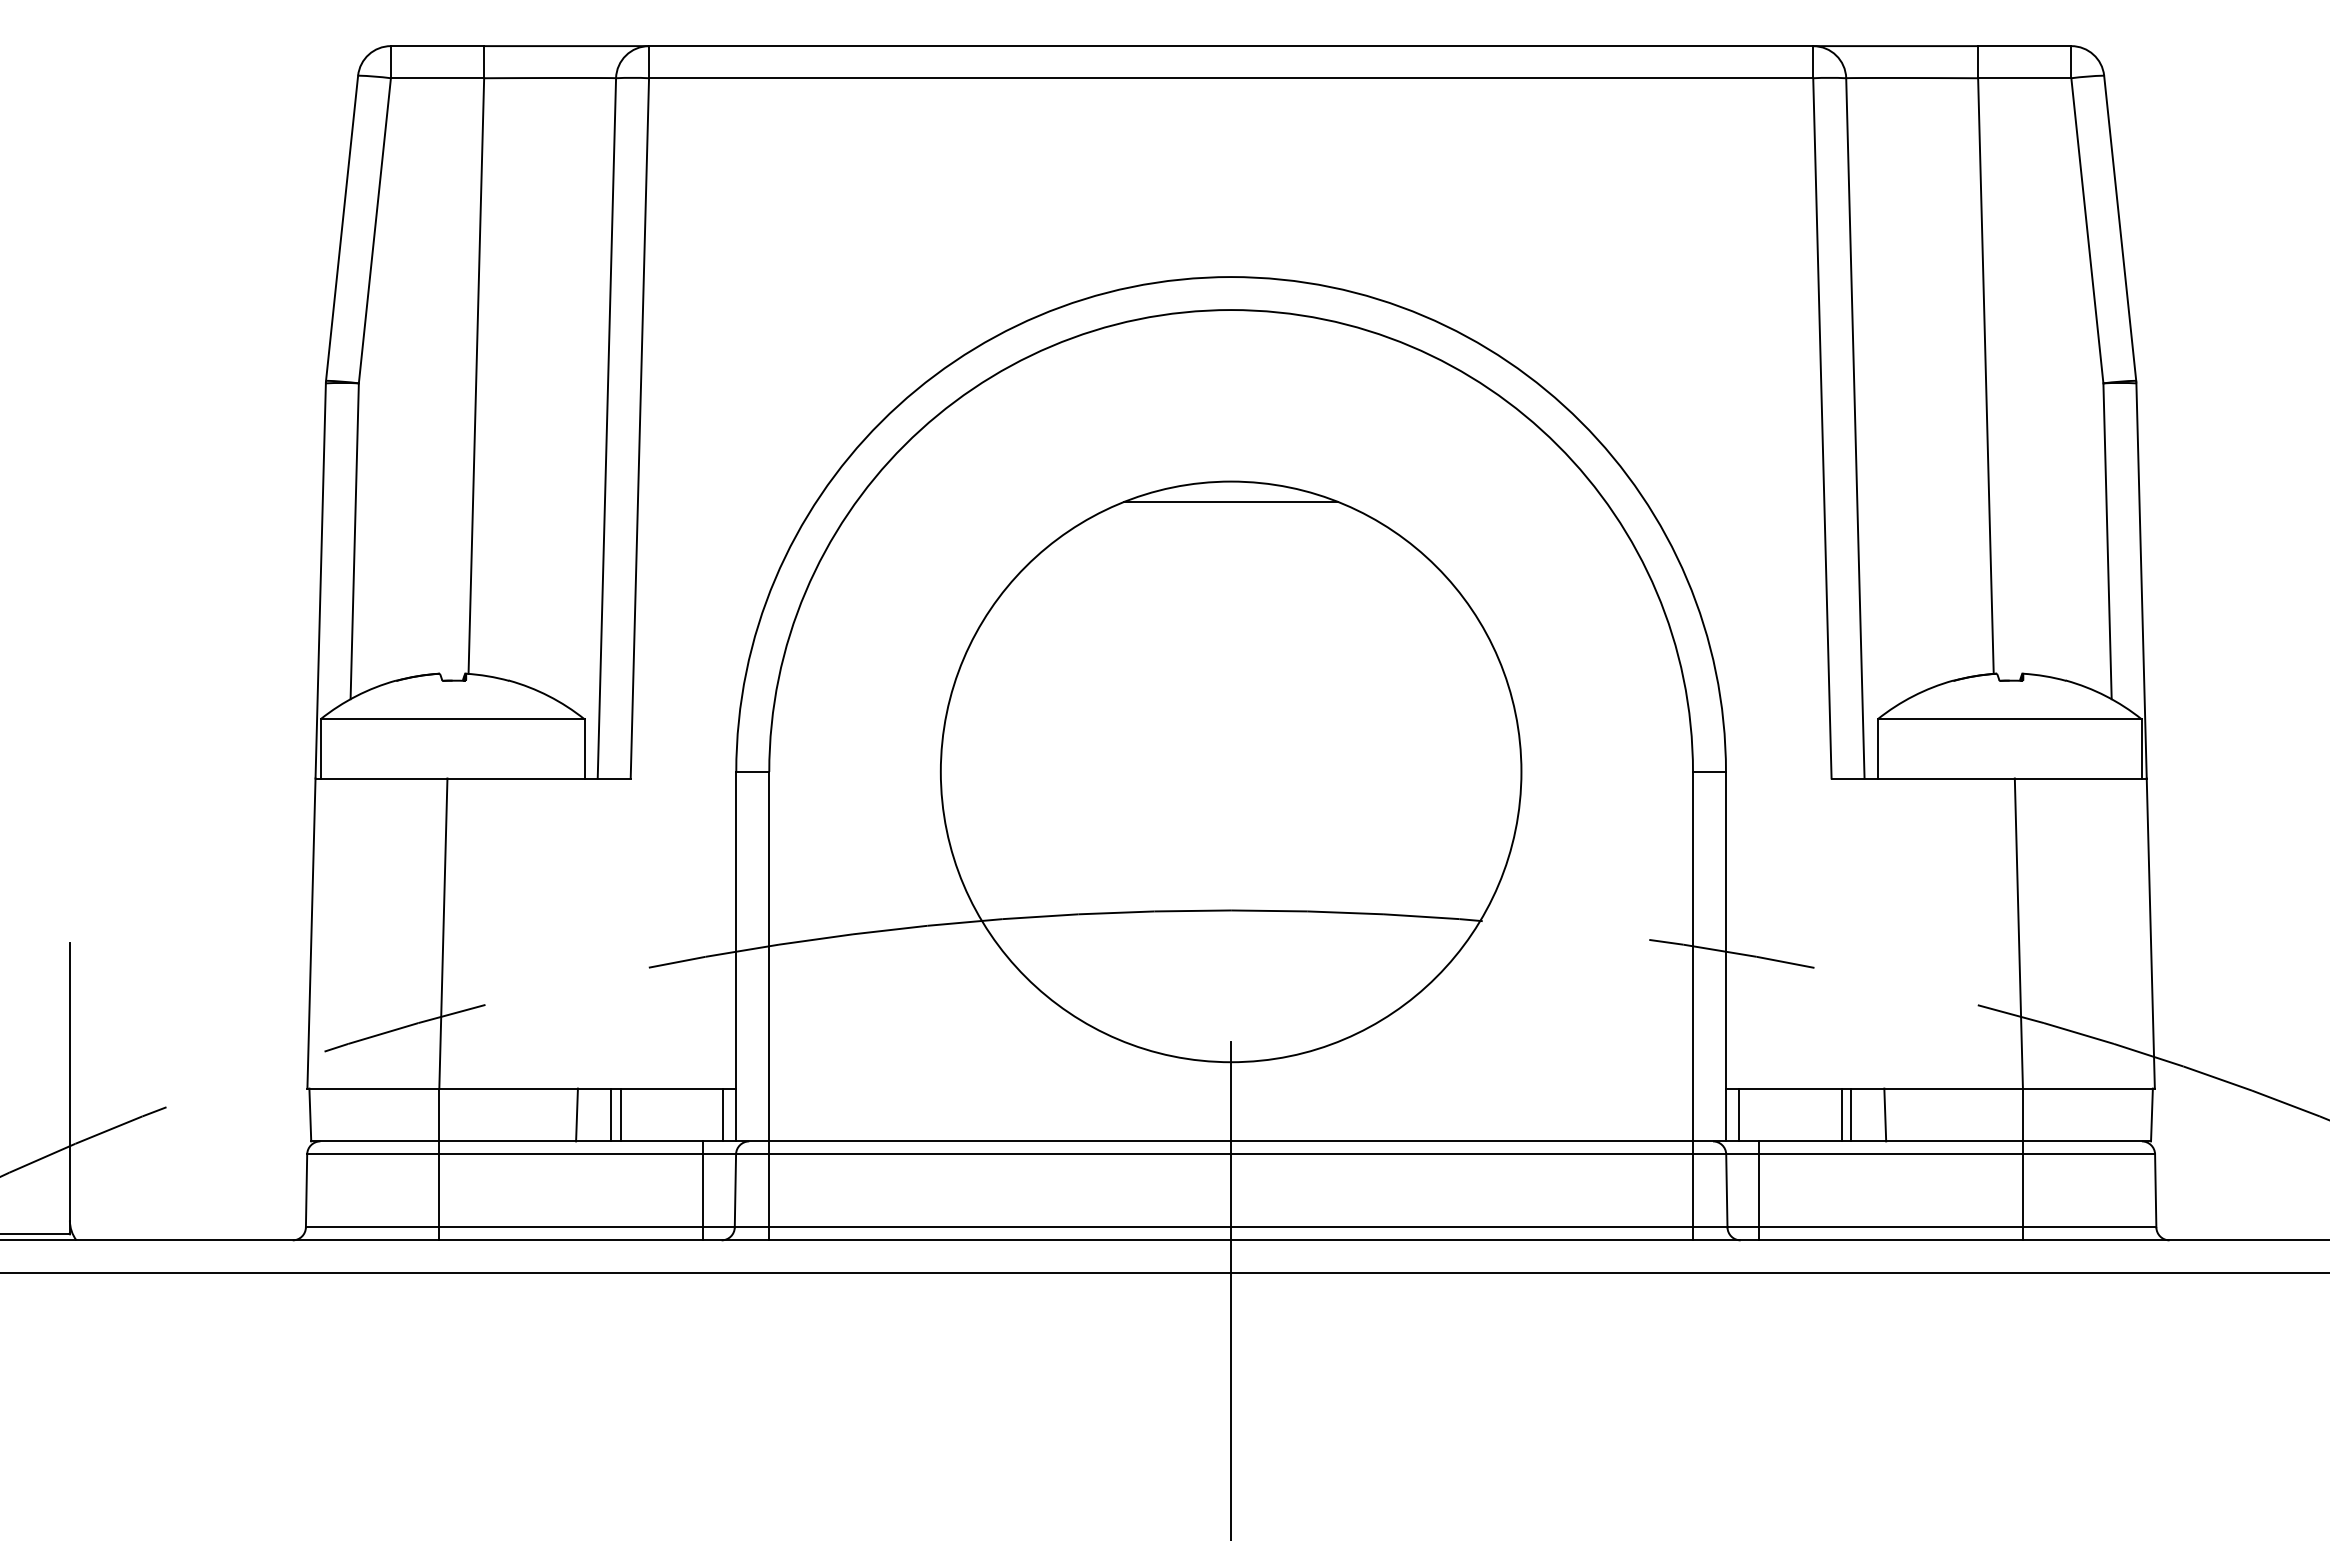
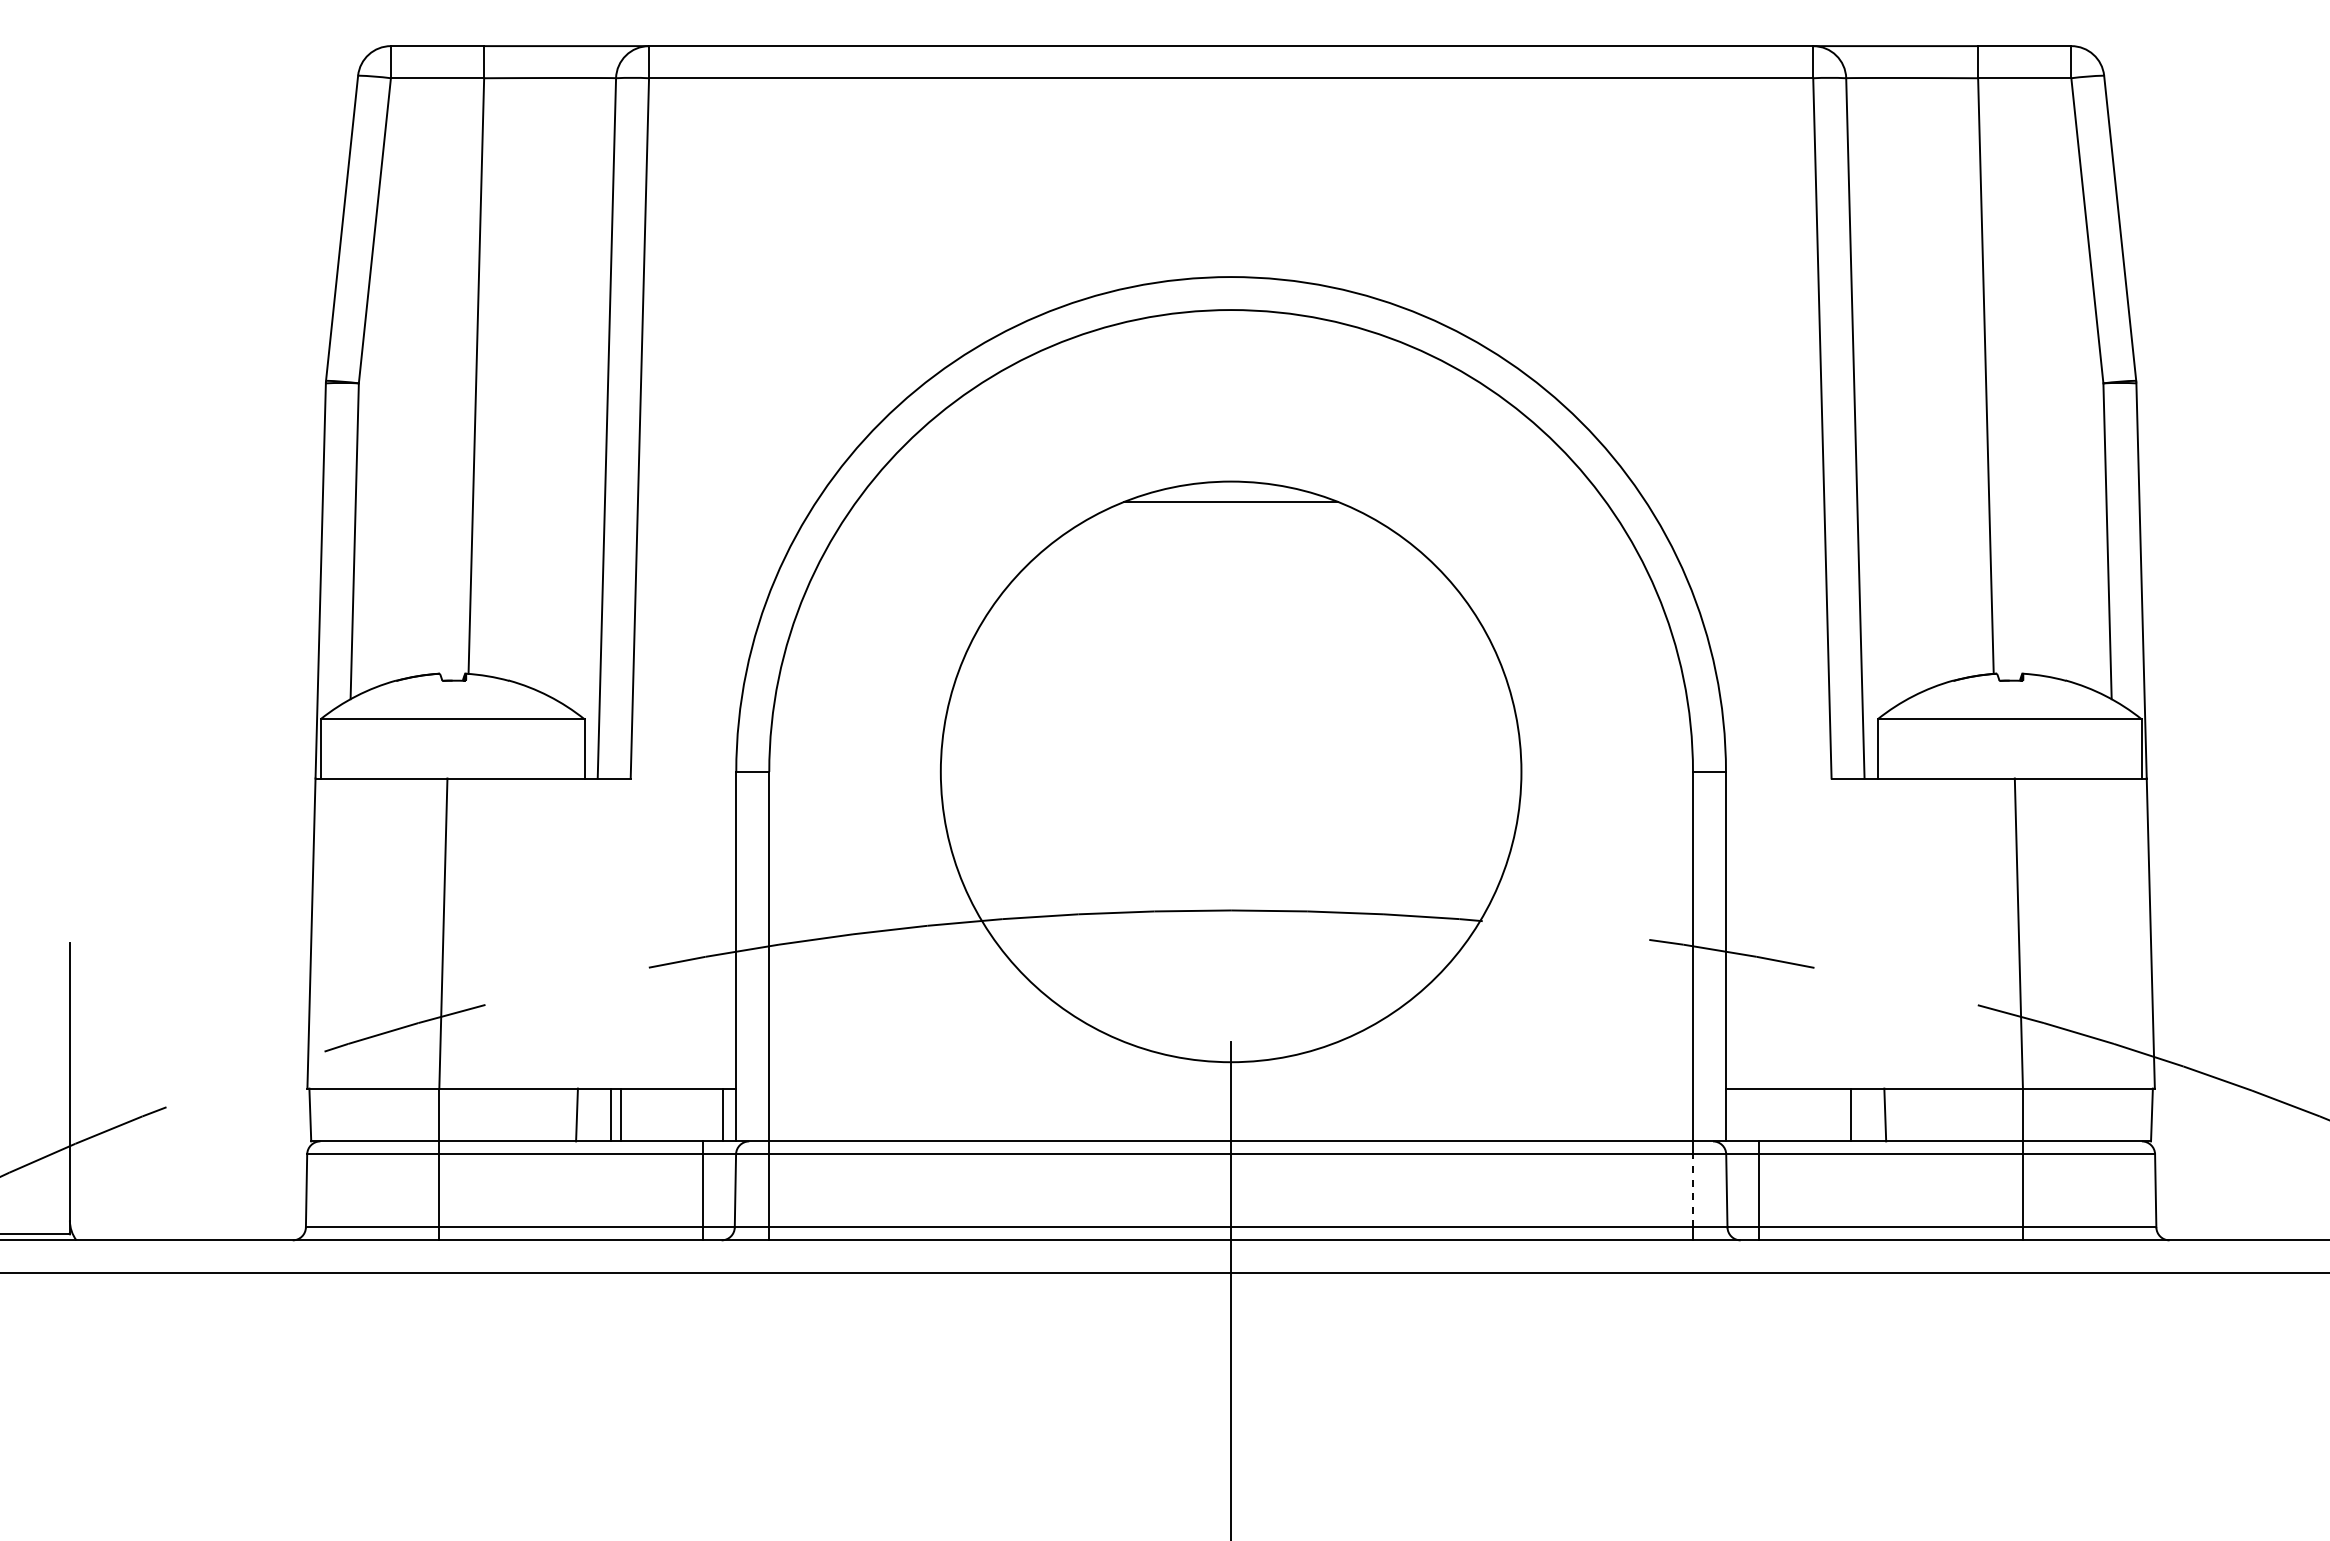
line at (1739, 1114): present -> none
line at (1841, 1114): present -> none
line at (1693, 1190): solid -> dashed
